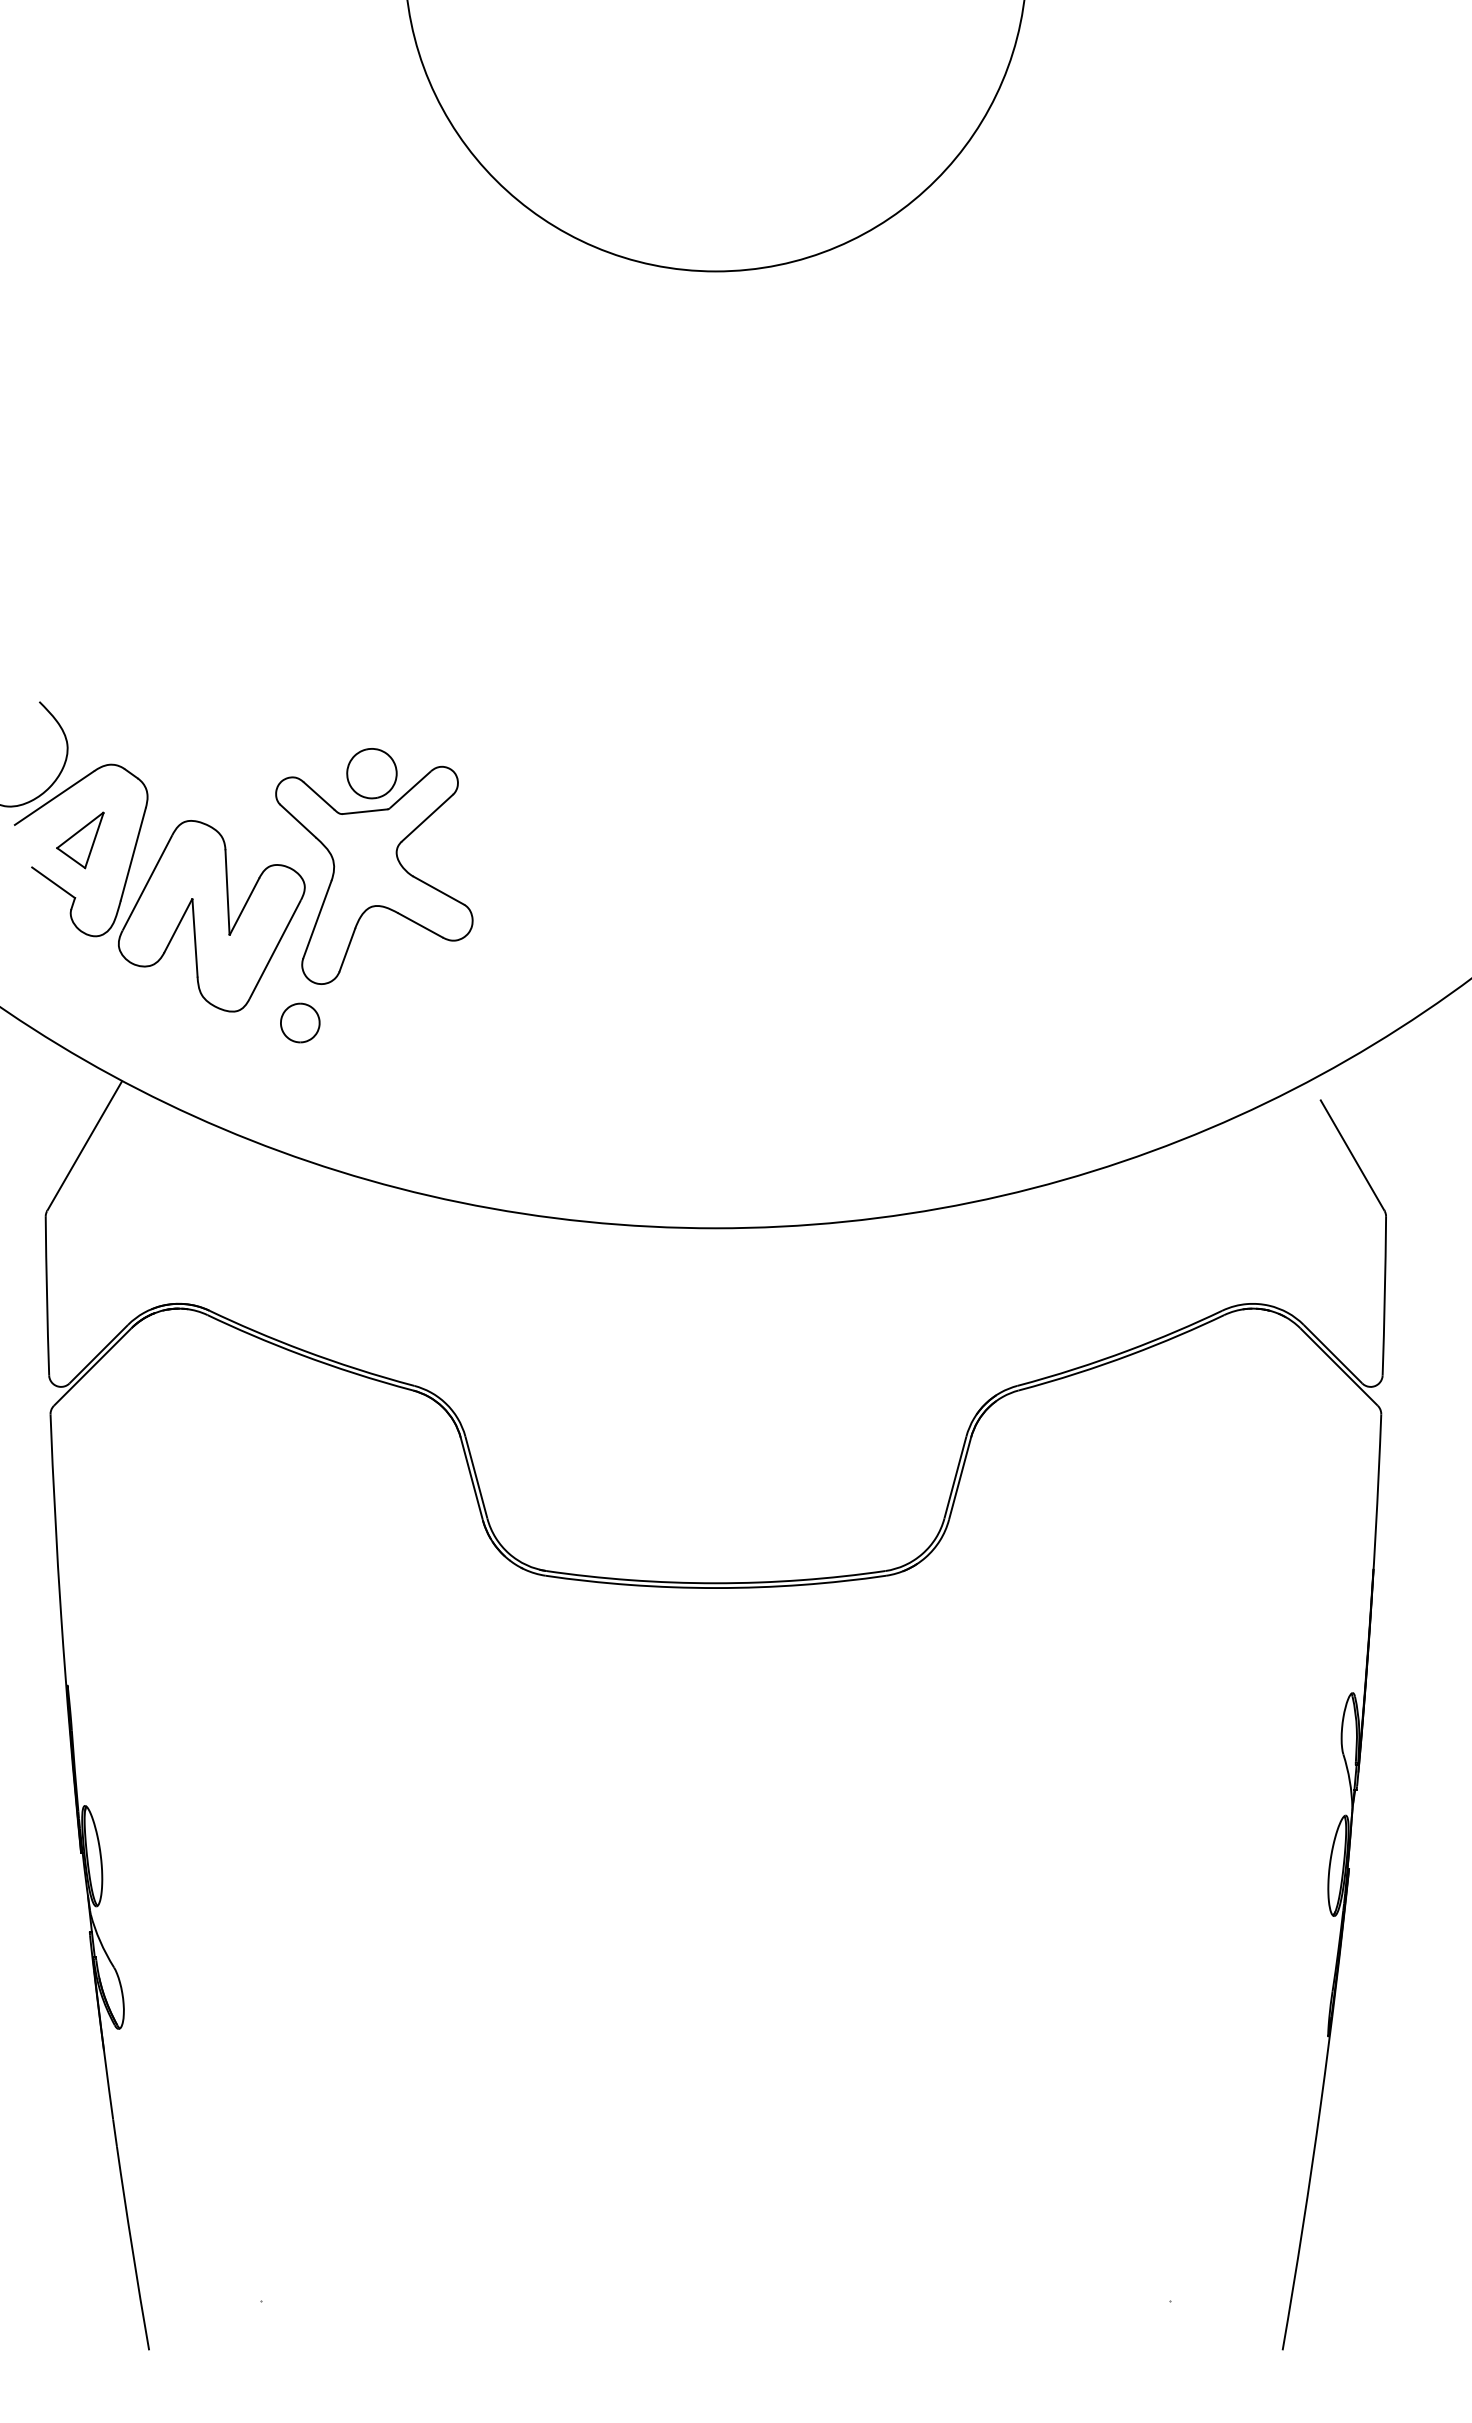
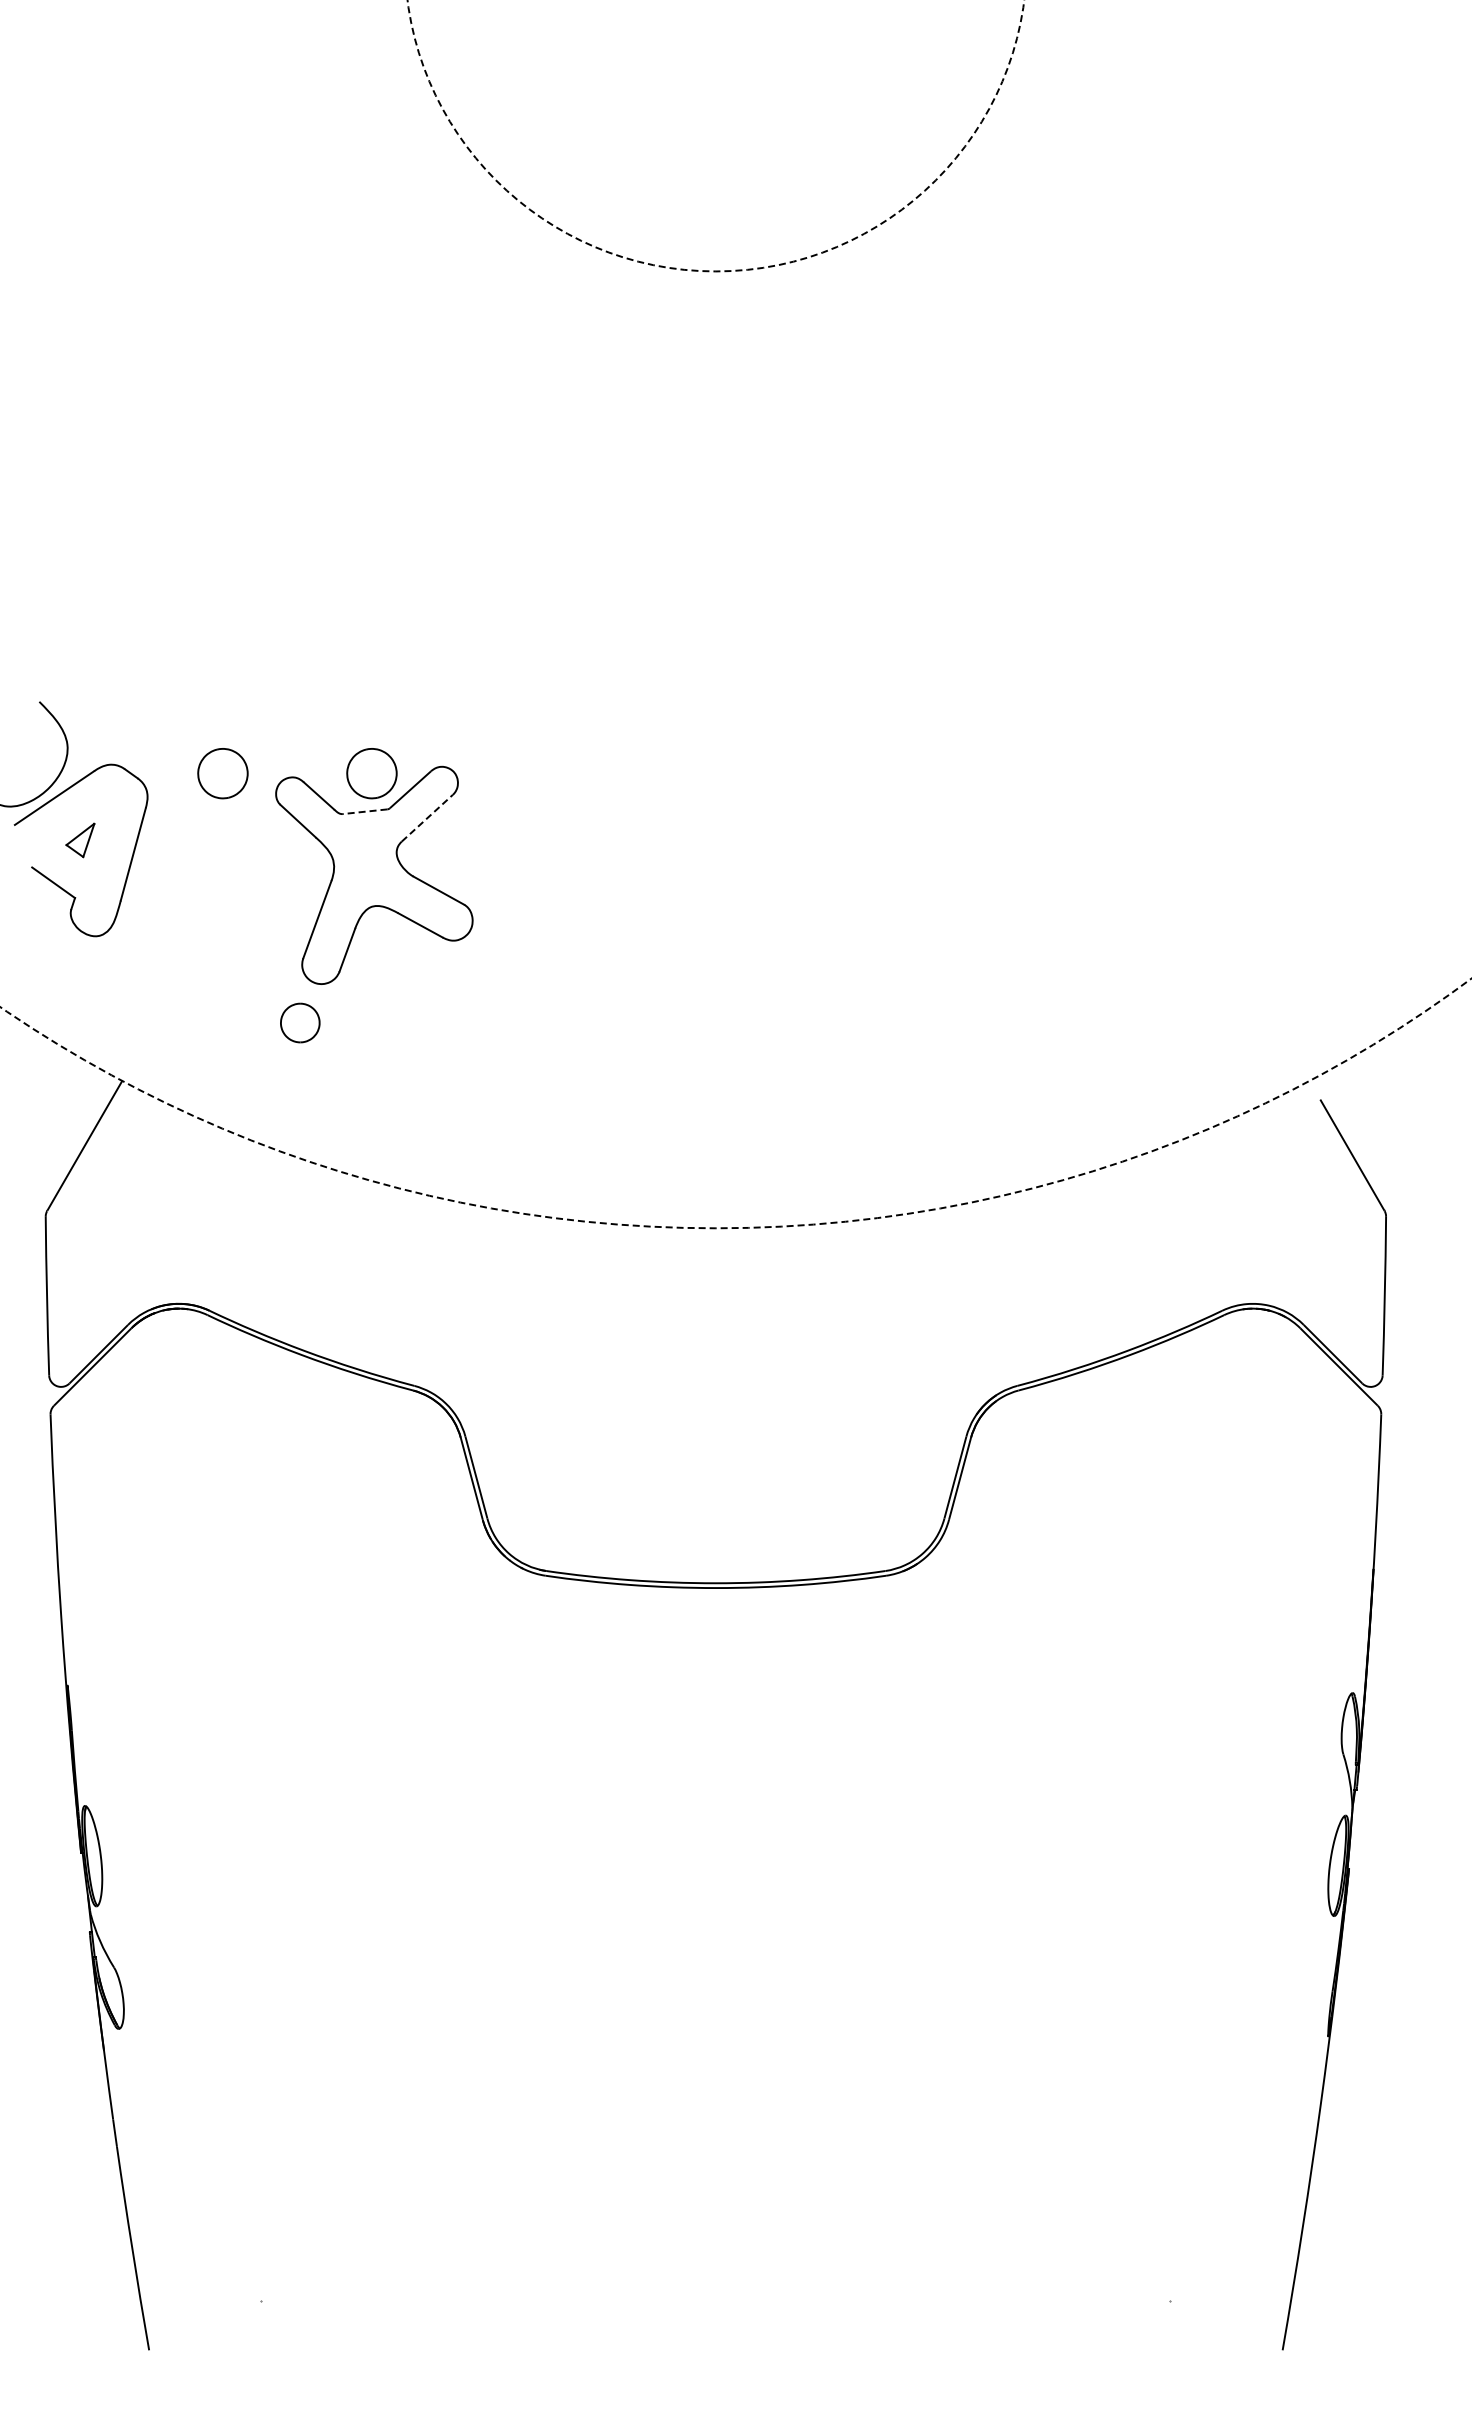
circle at (715, 135): solid -> dashed
part at (222, 773): none -> present
line at (364, 811): solid -> dashed
line at (427, 818): solid -> dashed
part at (80, 840) size: 49x59 px -> 31x37 px
part at (211, 916): present -> none
circle at (735, 1103): solid -> dashed
